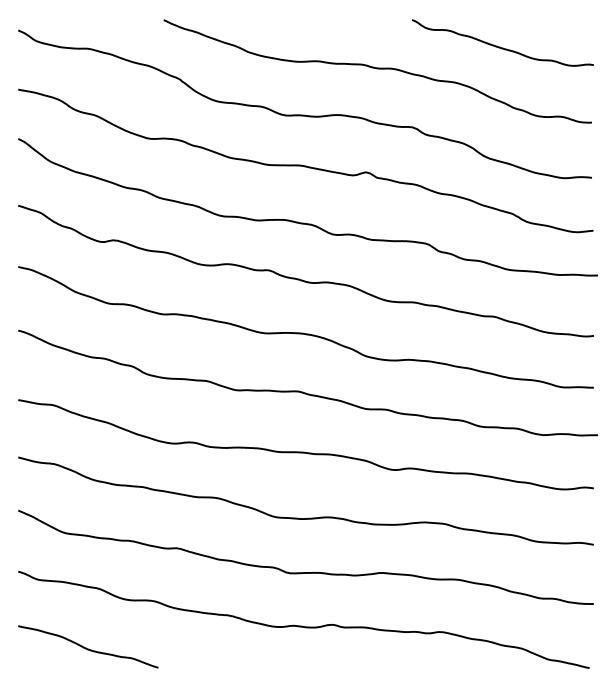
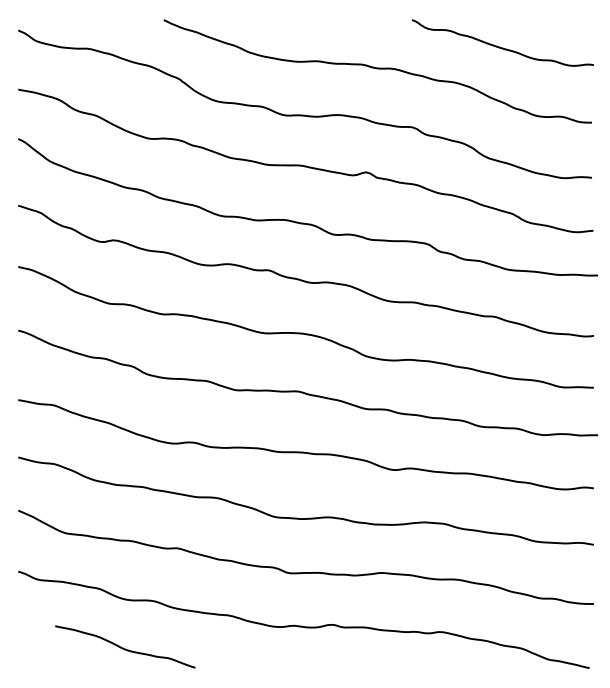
curve at (88, 648) position: (88, 648) -> (125, 648)
